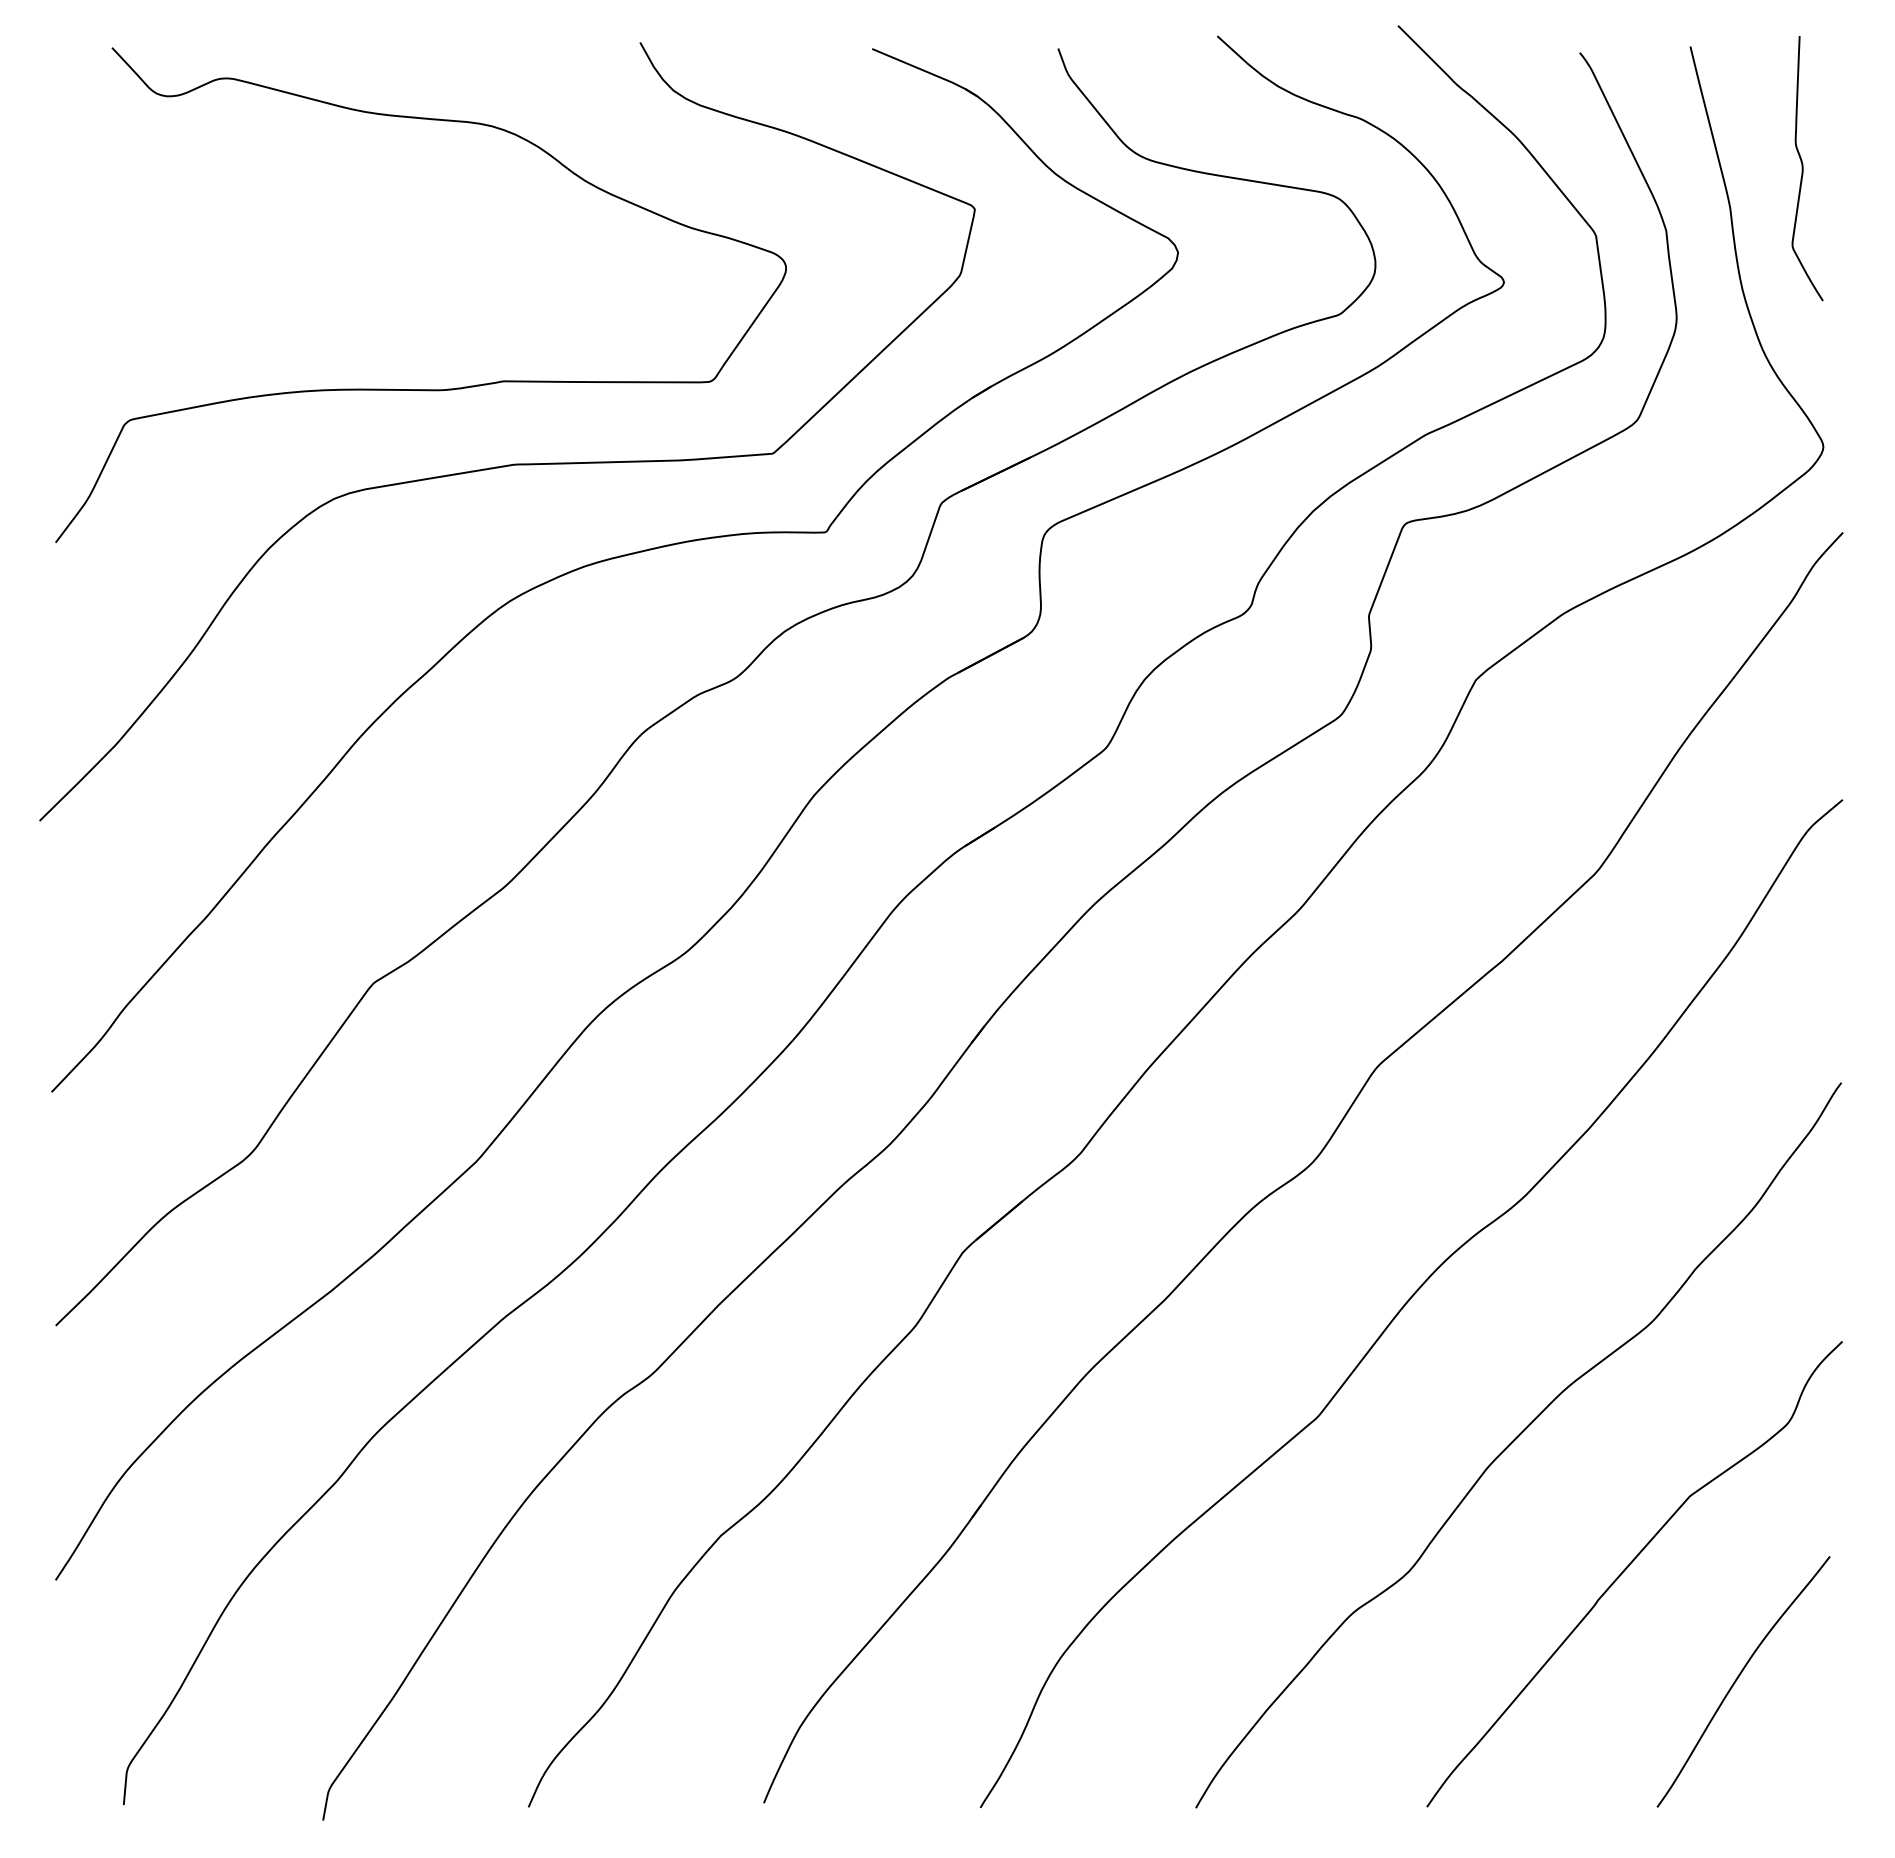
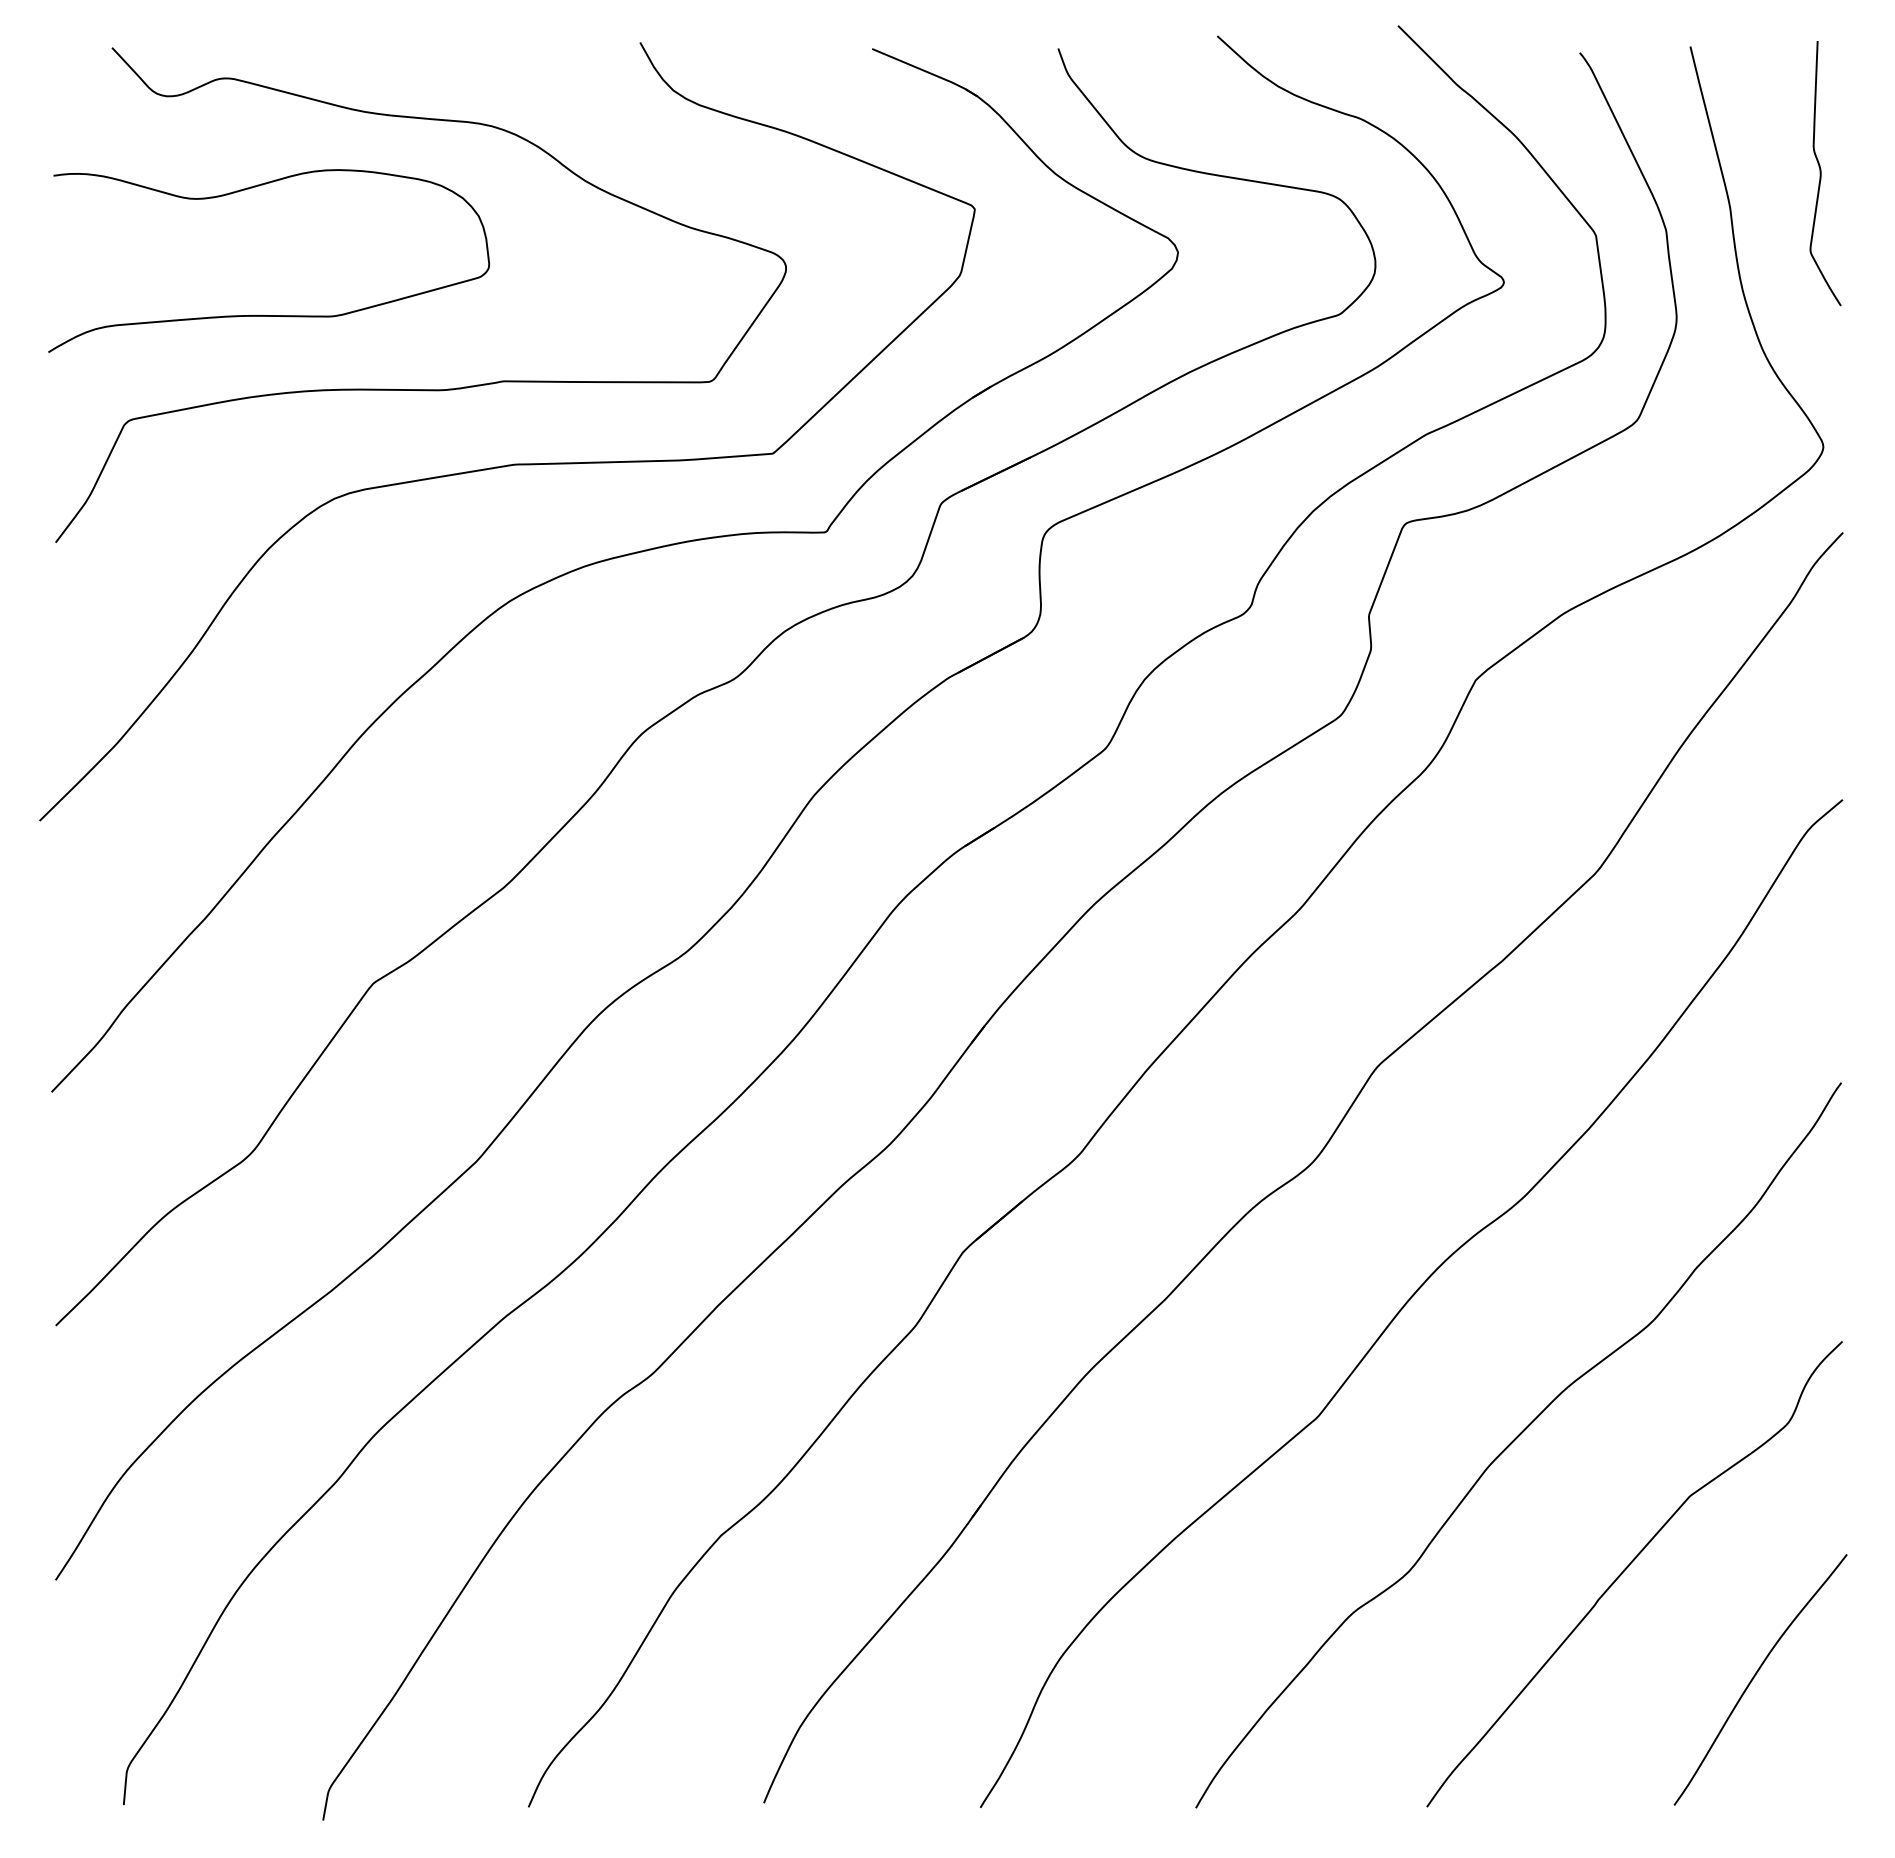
curve at (1803, 168) position: (1803, 168) -> (1821, 173)
curve at (269, 315): none -> present
curve at (1738, 1678) position: (1738, 1678) -> (1755, 1676)
